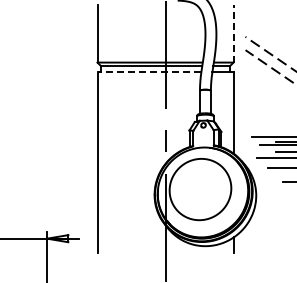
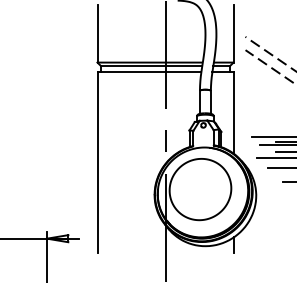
line at (233, 34): dashed -> solid
line at (149, 72): dashed -> solid
